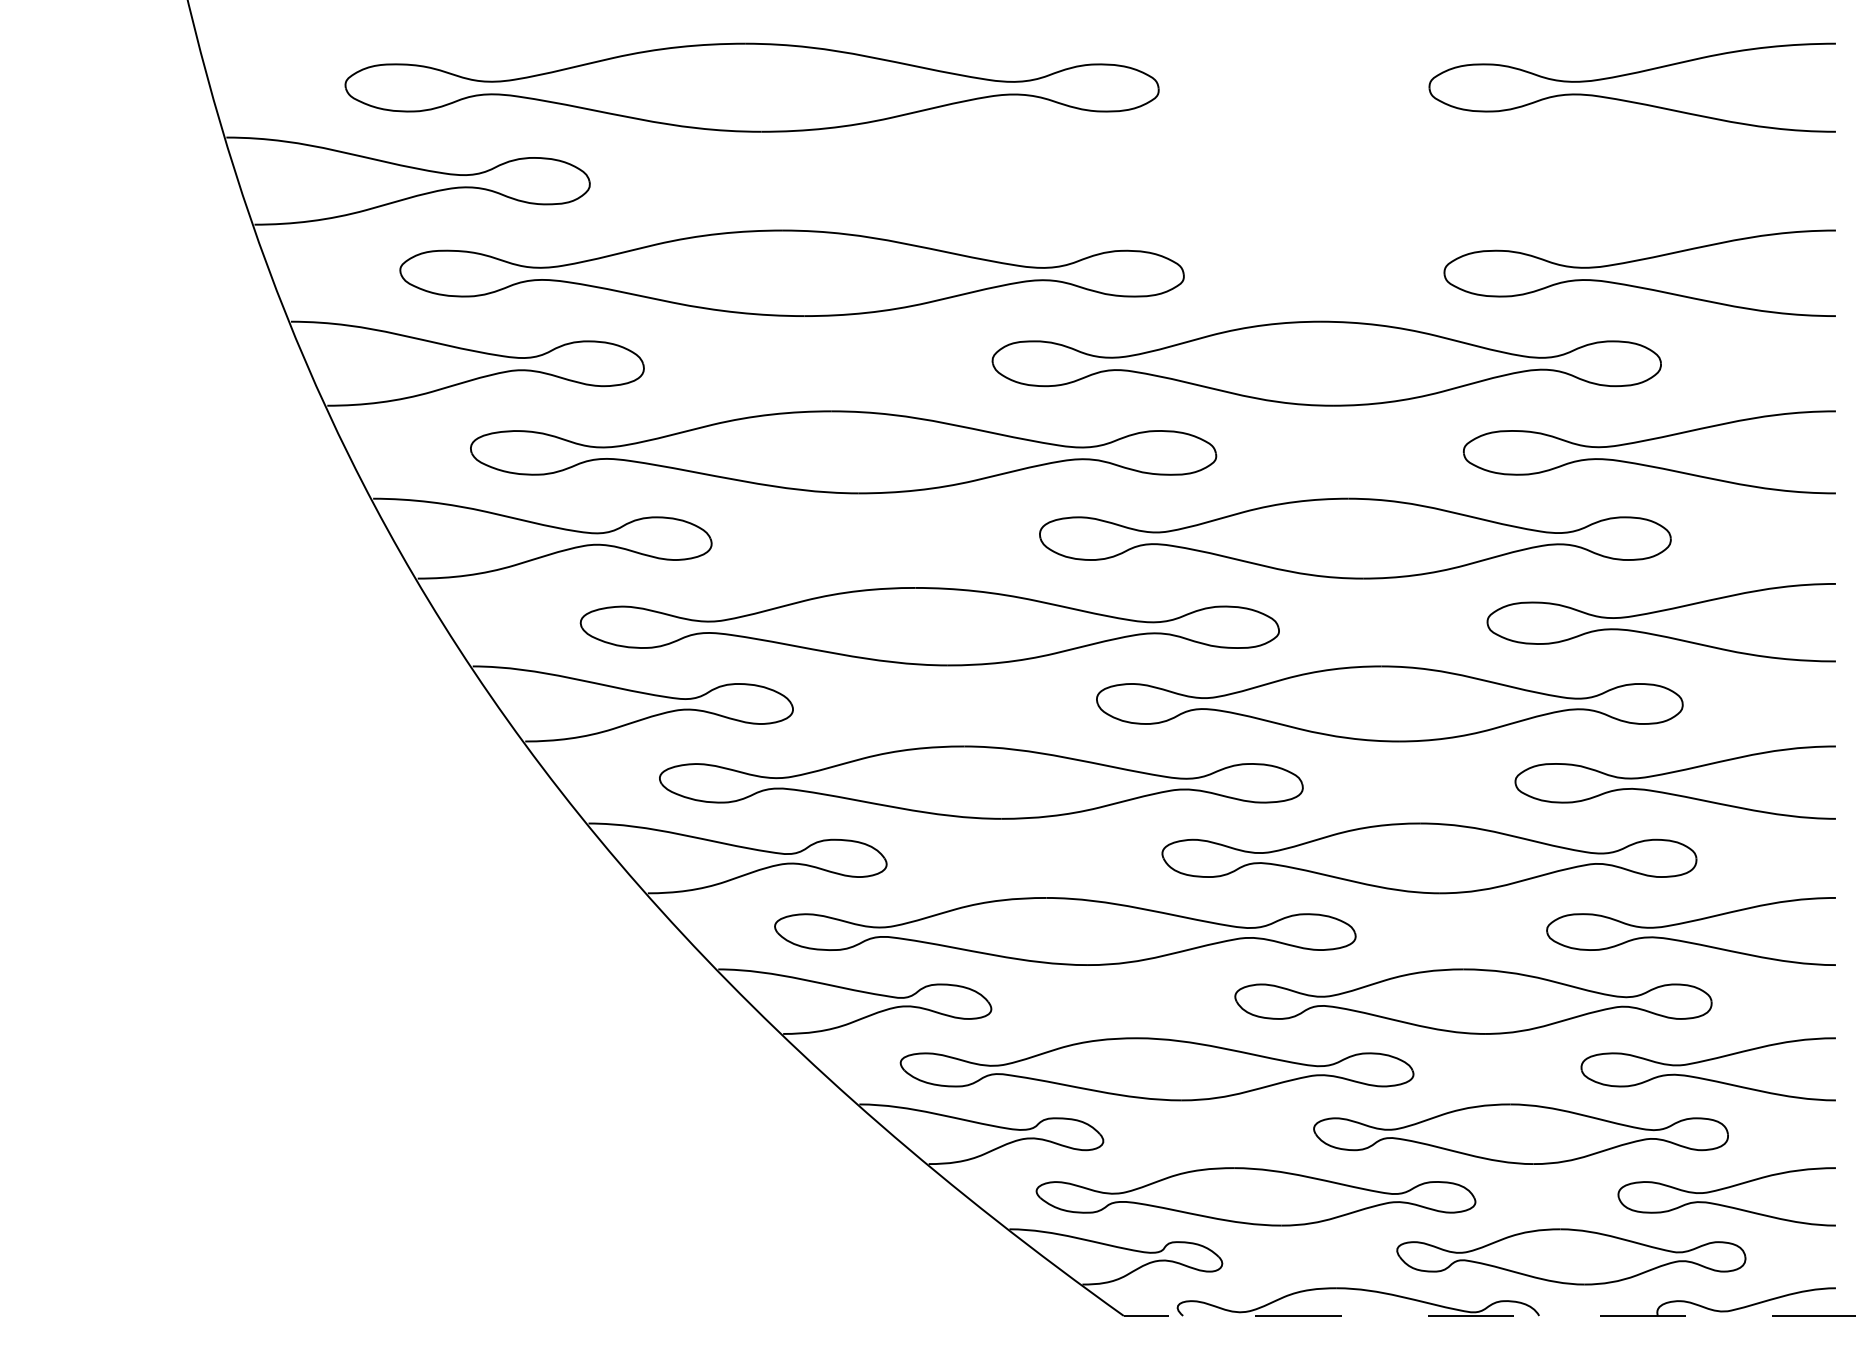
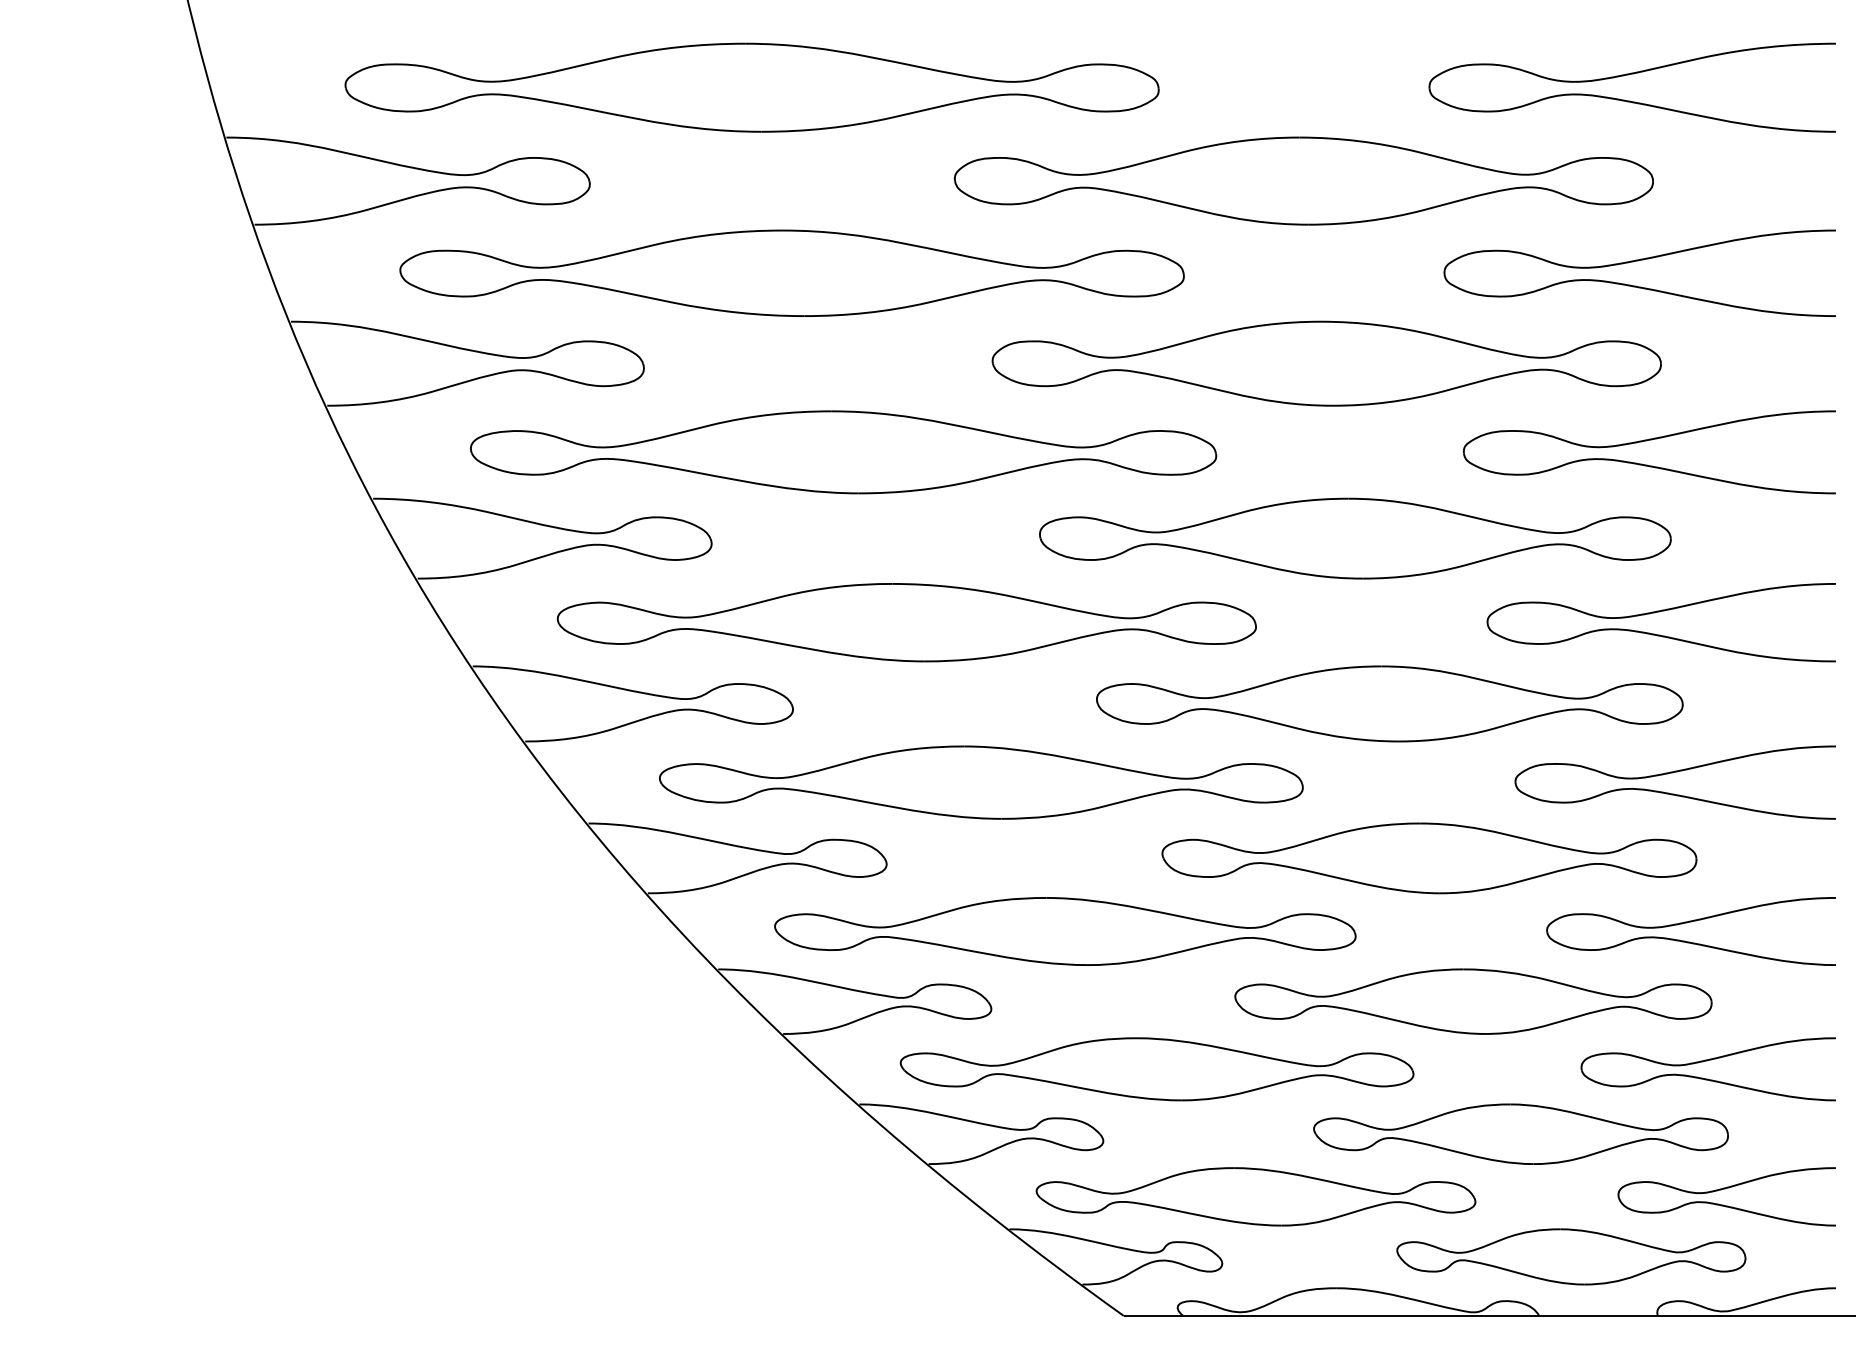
part at (1303, 180): none -> present
part at (929, 626) position: (929, 626) -> (906, 622)
line at (1489, 1315): dashed -> solid
